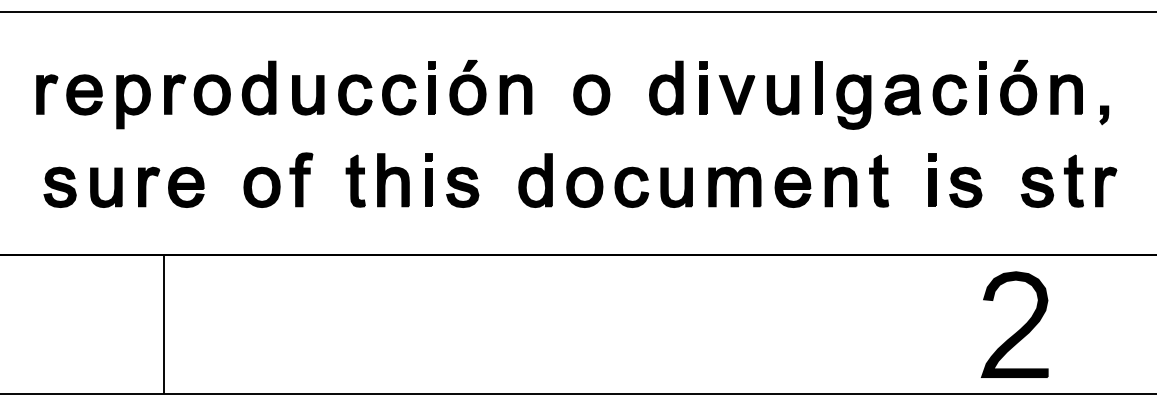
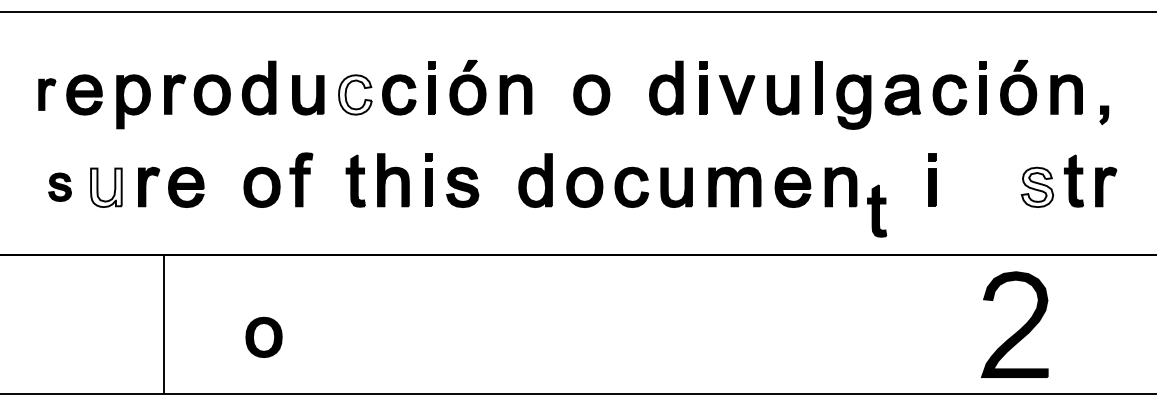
part at (47, 94) size: 23x41 px -> 19x33 px
fill at (355, 94): present -> none
part at (879, 180) position: (879, 180) -> (877, 210)
part at (59, 186) size: 34x42 px -> 24x30 px
part at (965, 186): present -> none
fill at (106, 187): present -> none
fill at (1037, 187): present -> none
part at (263, 336): none -> present
